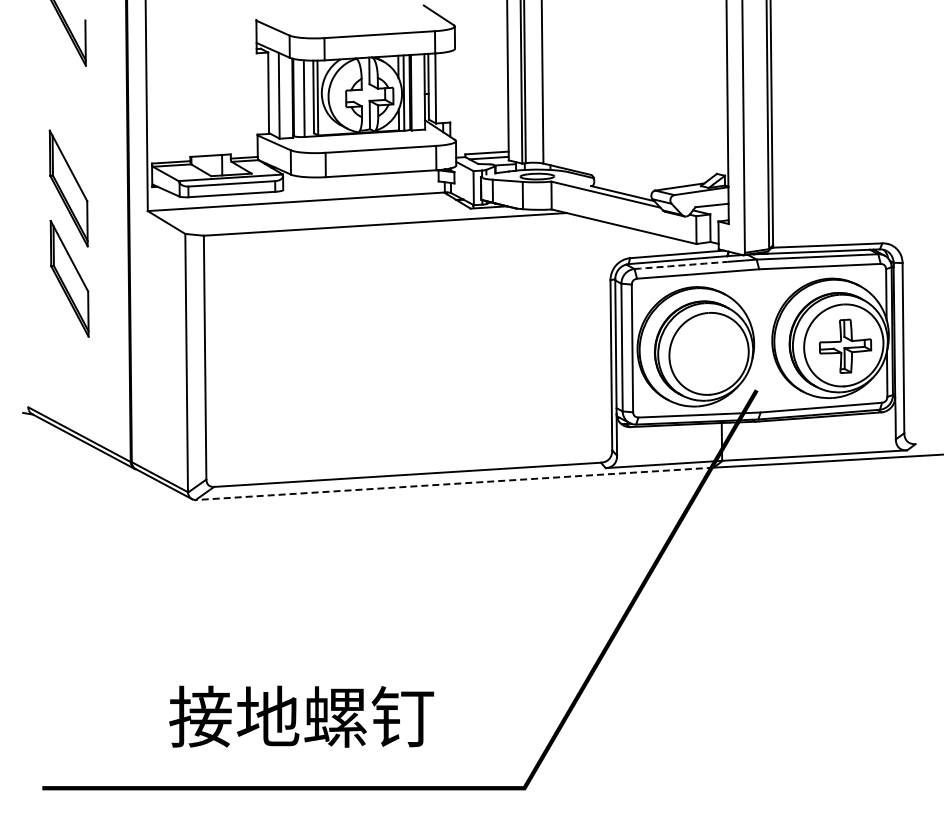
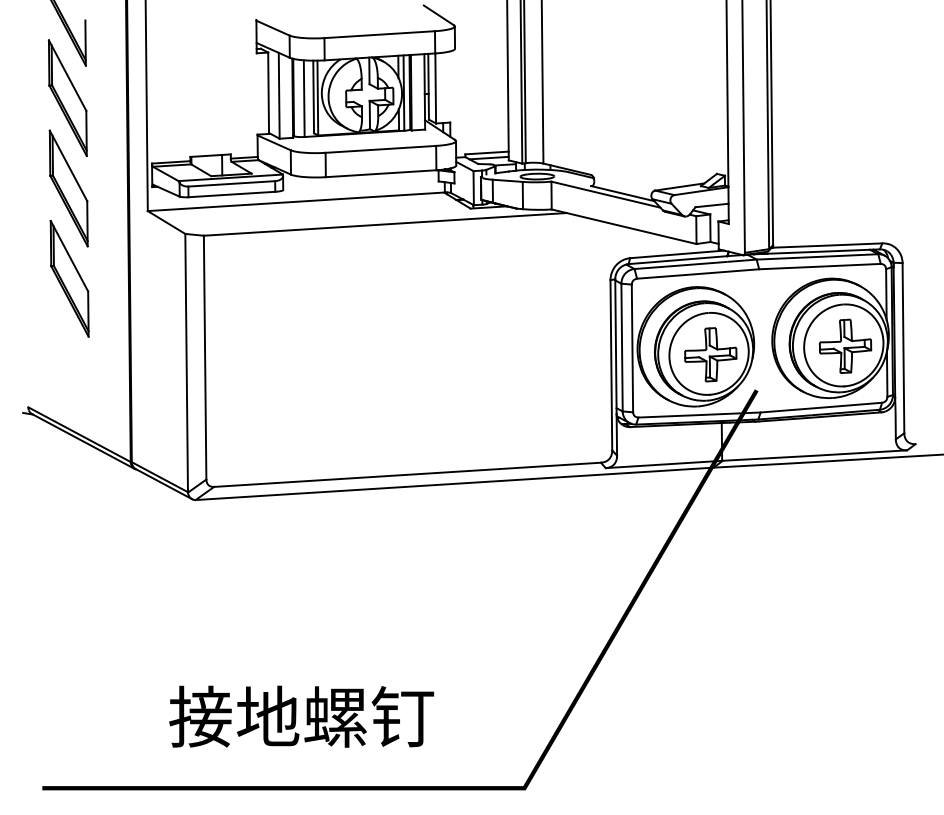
part at (67, 97): none -> present
arc at (681, 265): dashed -> solid
part at (710, 354): none -> present
line at (454, 483): dashed -> solid
